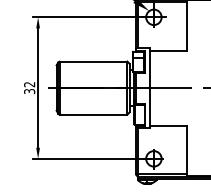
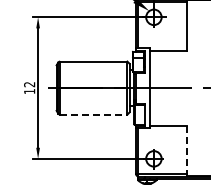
text at (29, 91): 32 -> 12
line at (93, 114): solid -> dashed
line at (187, 150): solid -> dashed
